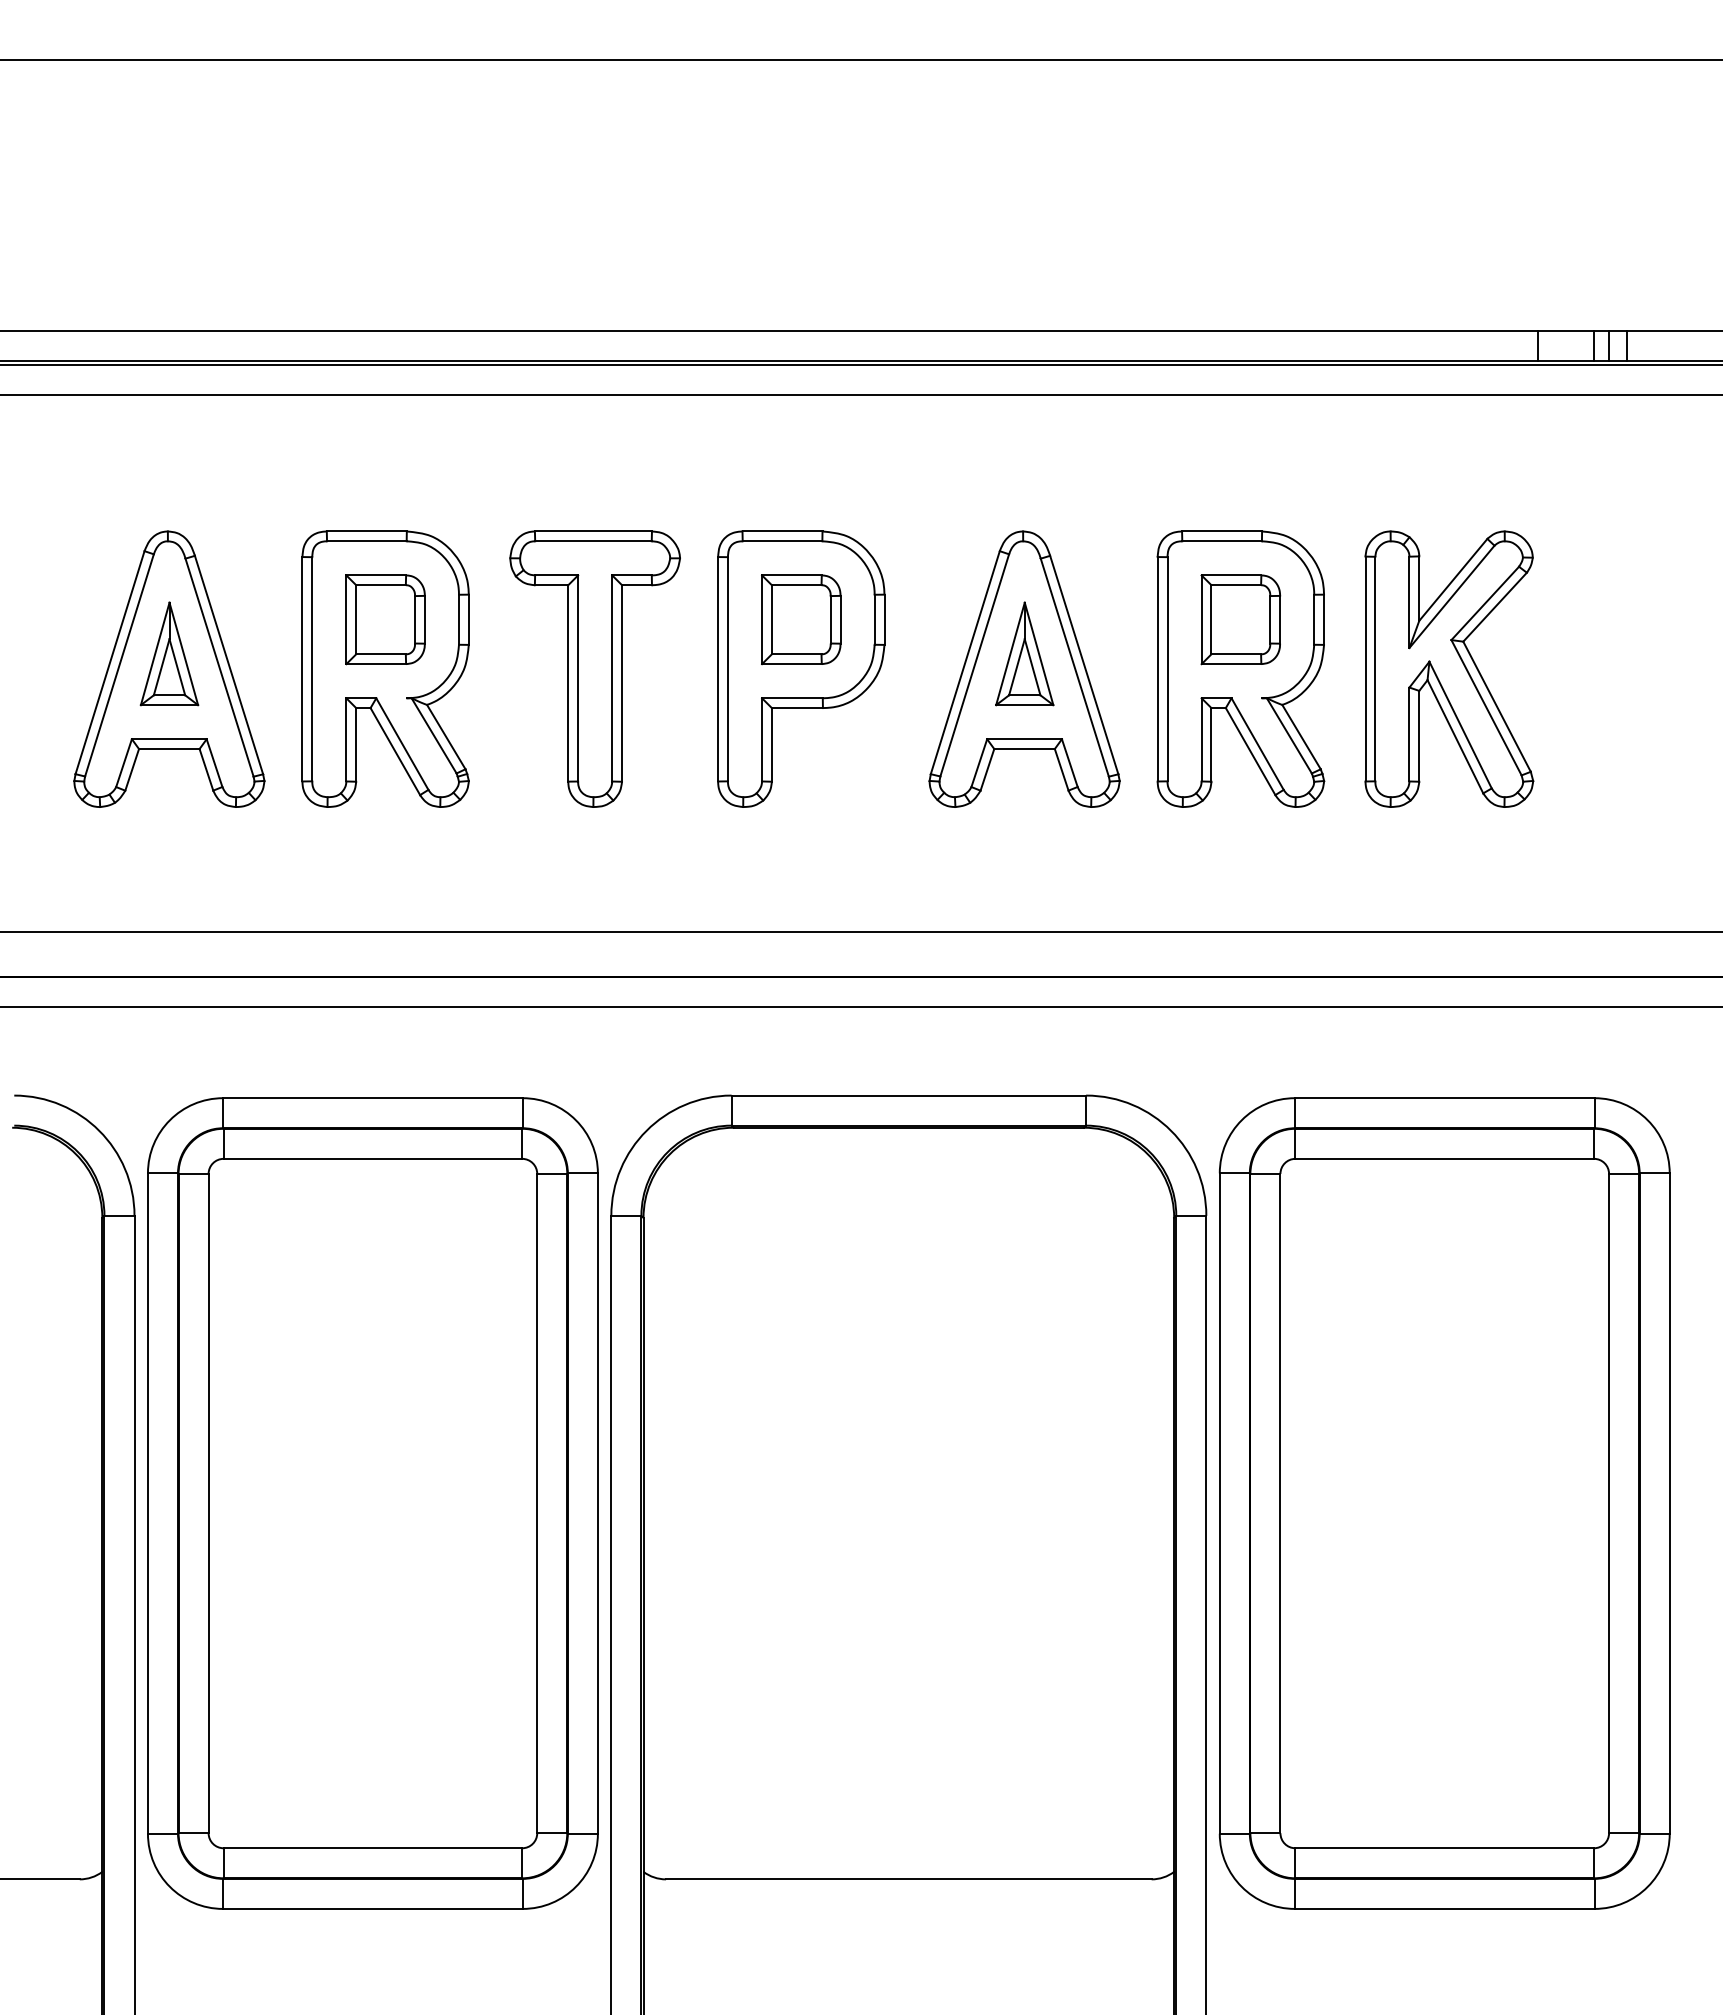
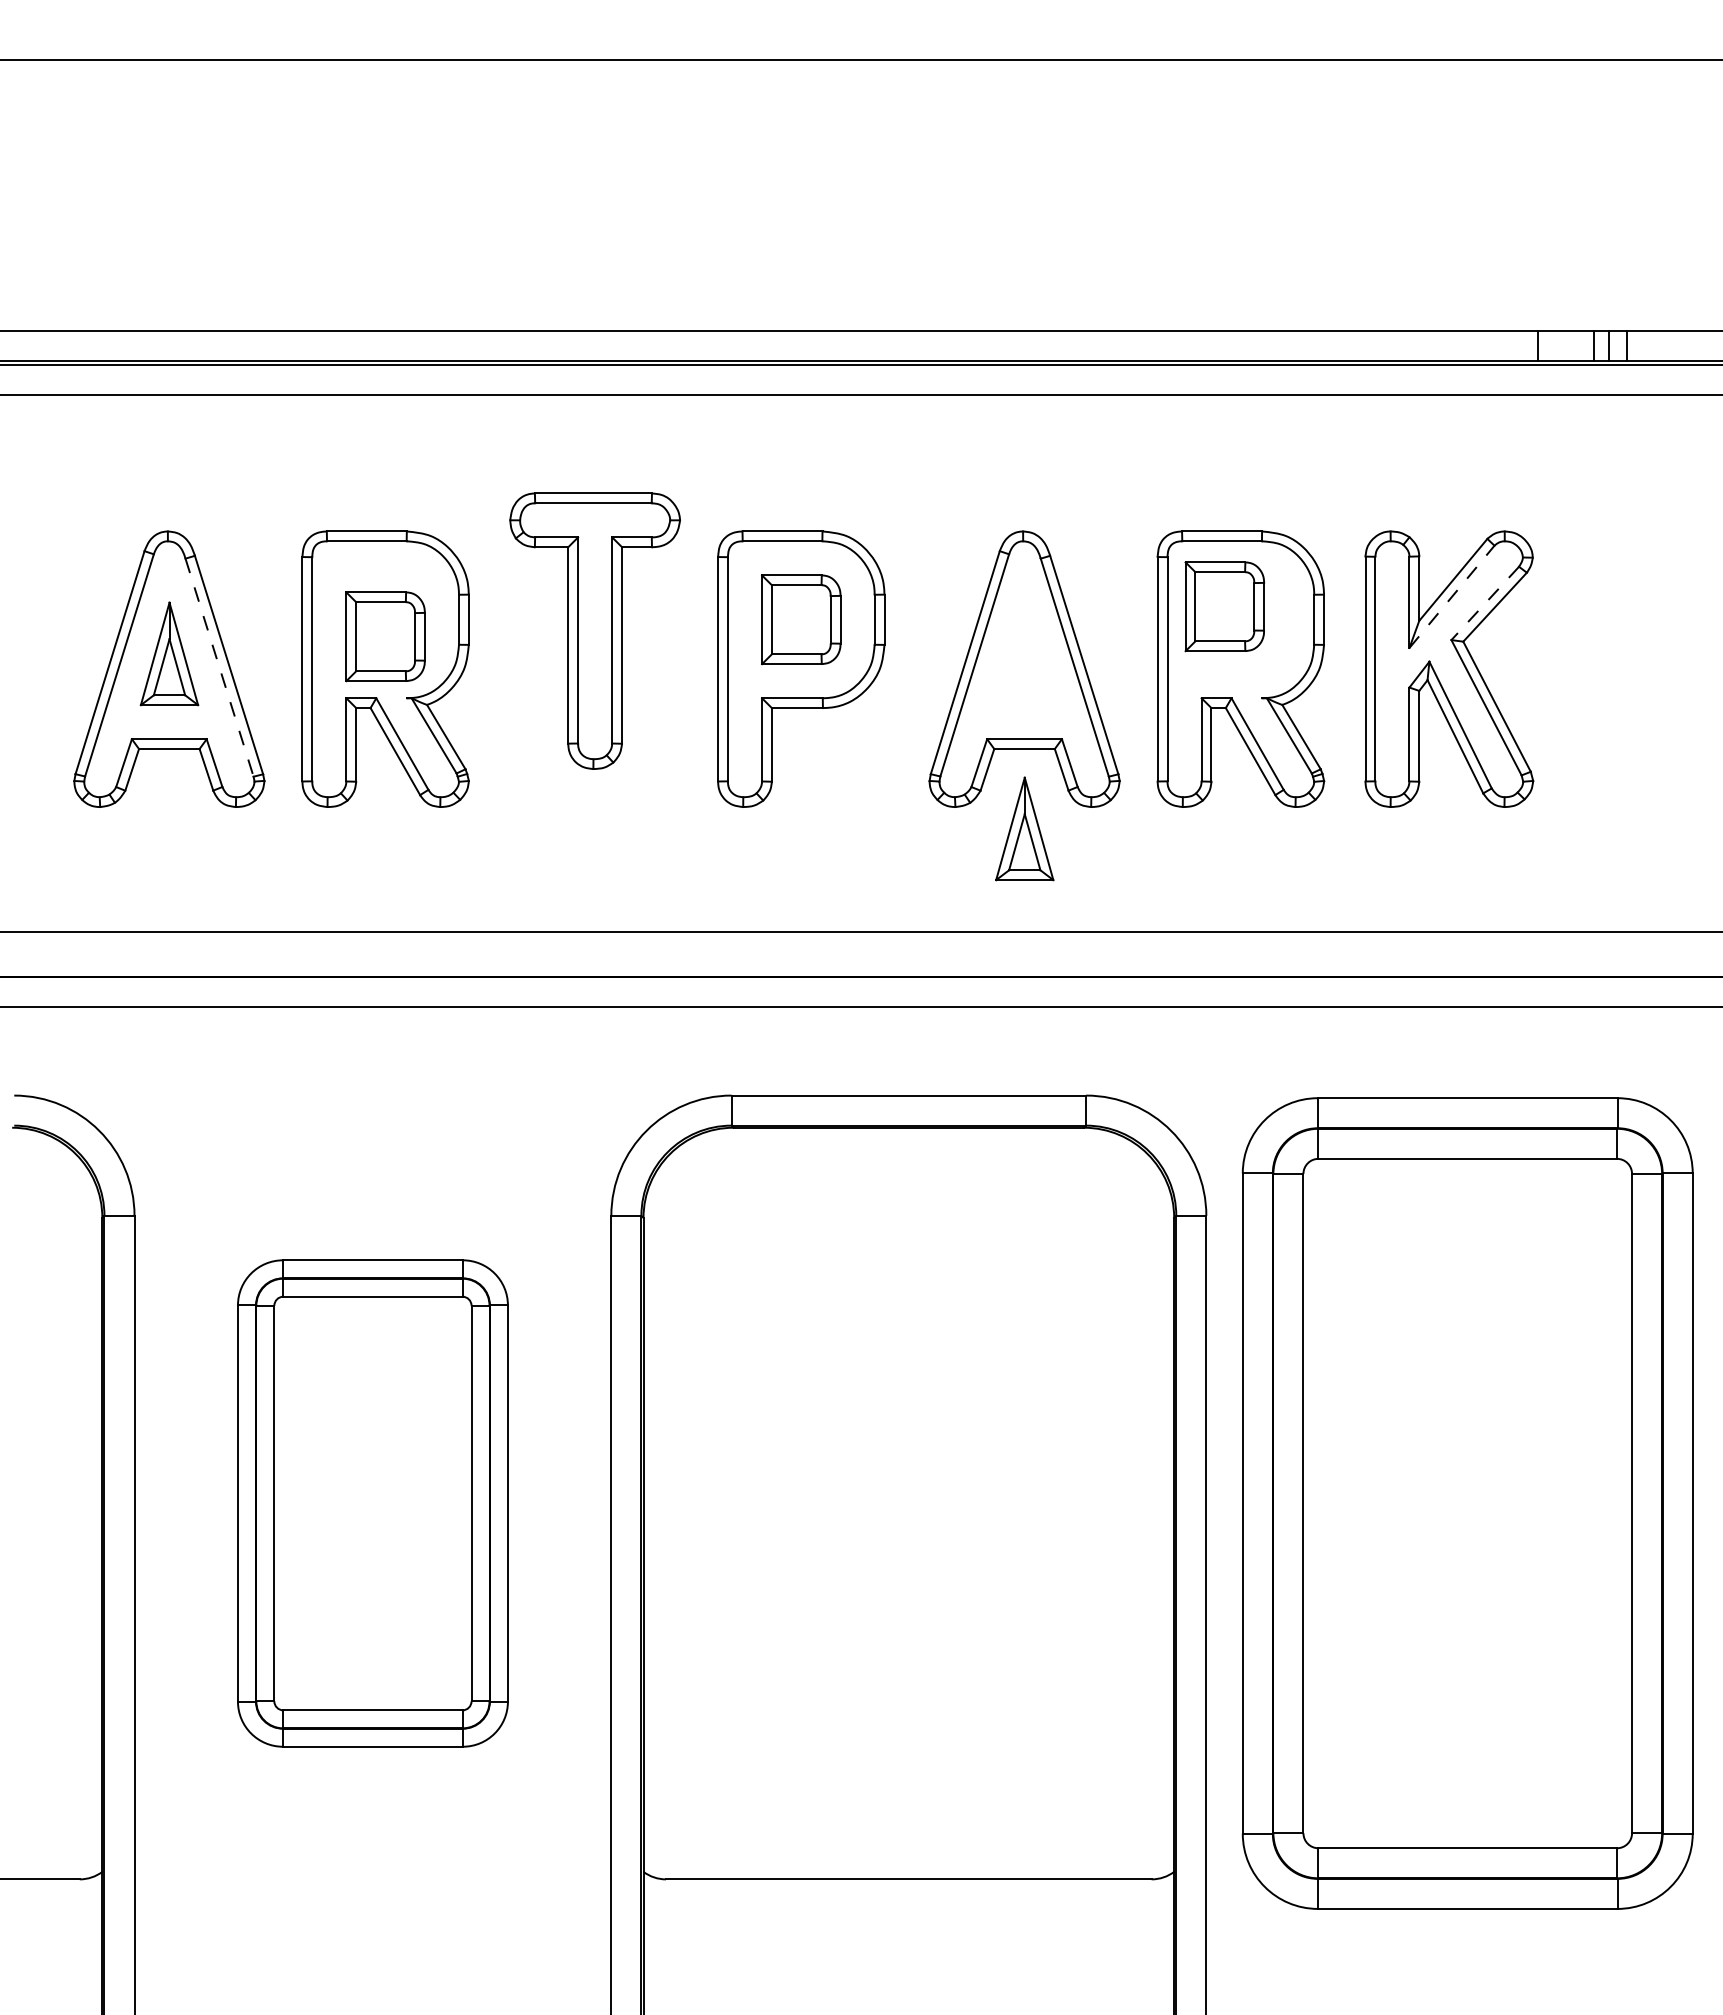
line at (1451, 596): solid -> dashed
line at (1485, 603): solid -> dashed
part at (385, 619) position: (385, 619) -> (385, 636)
part at (1240, 619) position: (1240, 619) -> (1224, 606)
part at (1024, 653) position: (1024, 653) -> (1024, 828)
line at (219, 668): solid -> dashed
part at (594, 668) position: (594, 668) -> (594, 630)
part at (372, 1503) size: 452x813 px -> 272x489 px
part at (1444, 1503) position: (1444, 1503) -> (1467, 1503)
